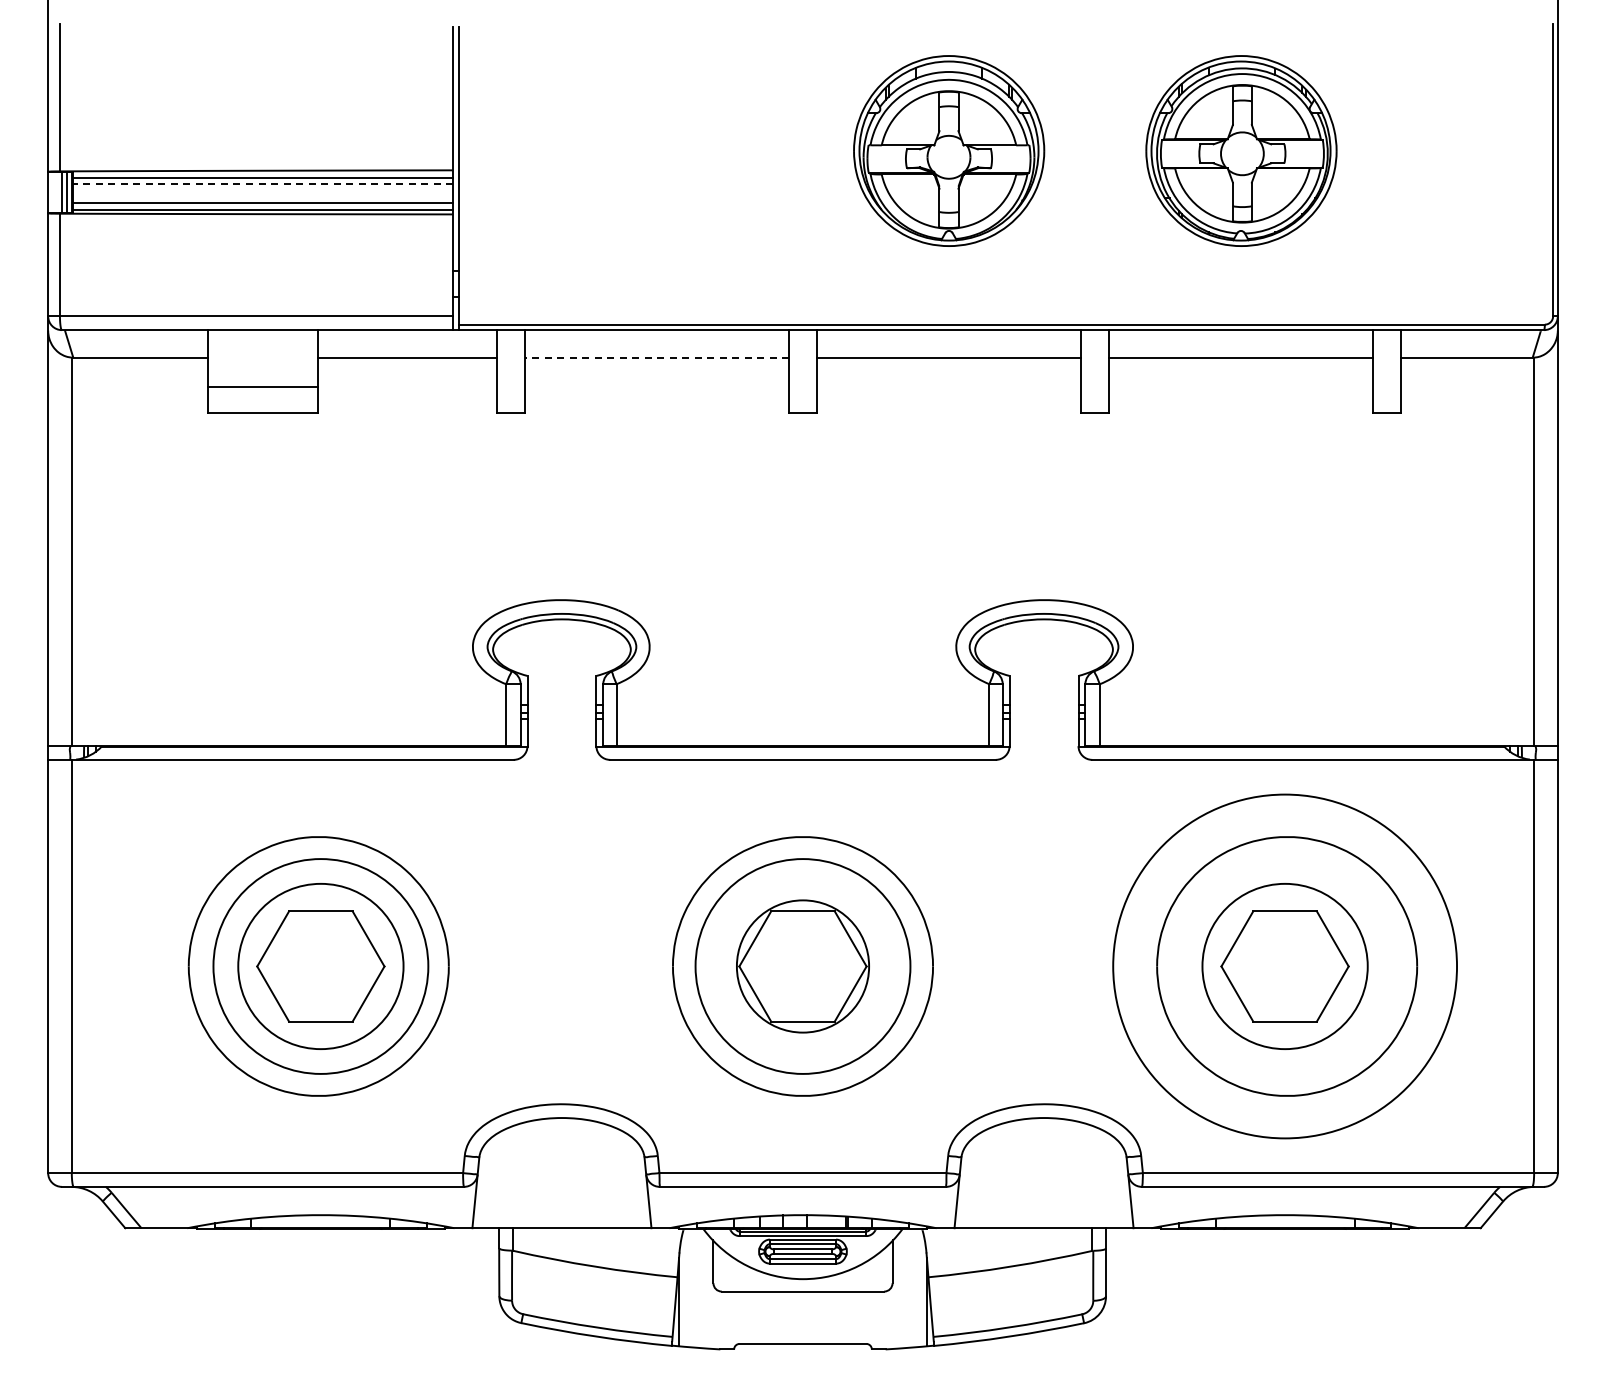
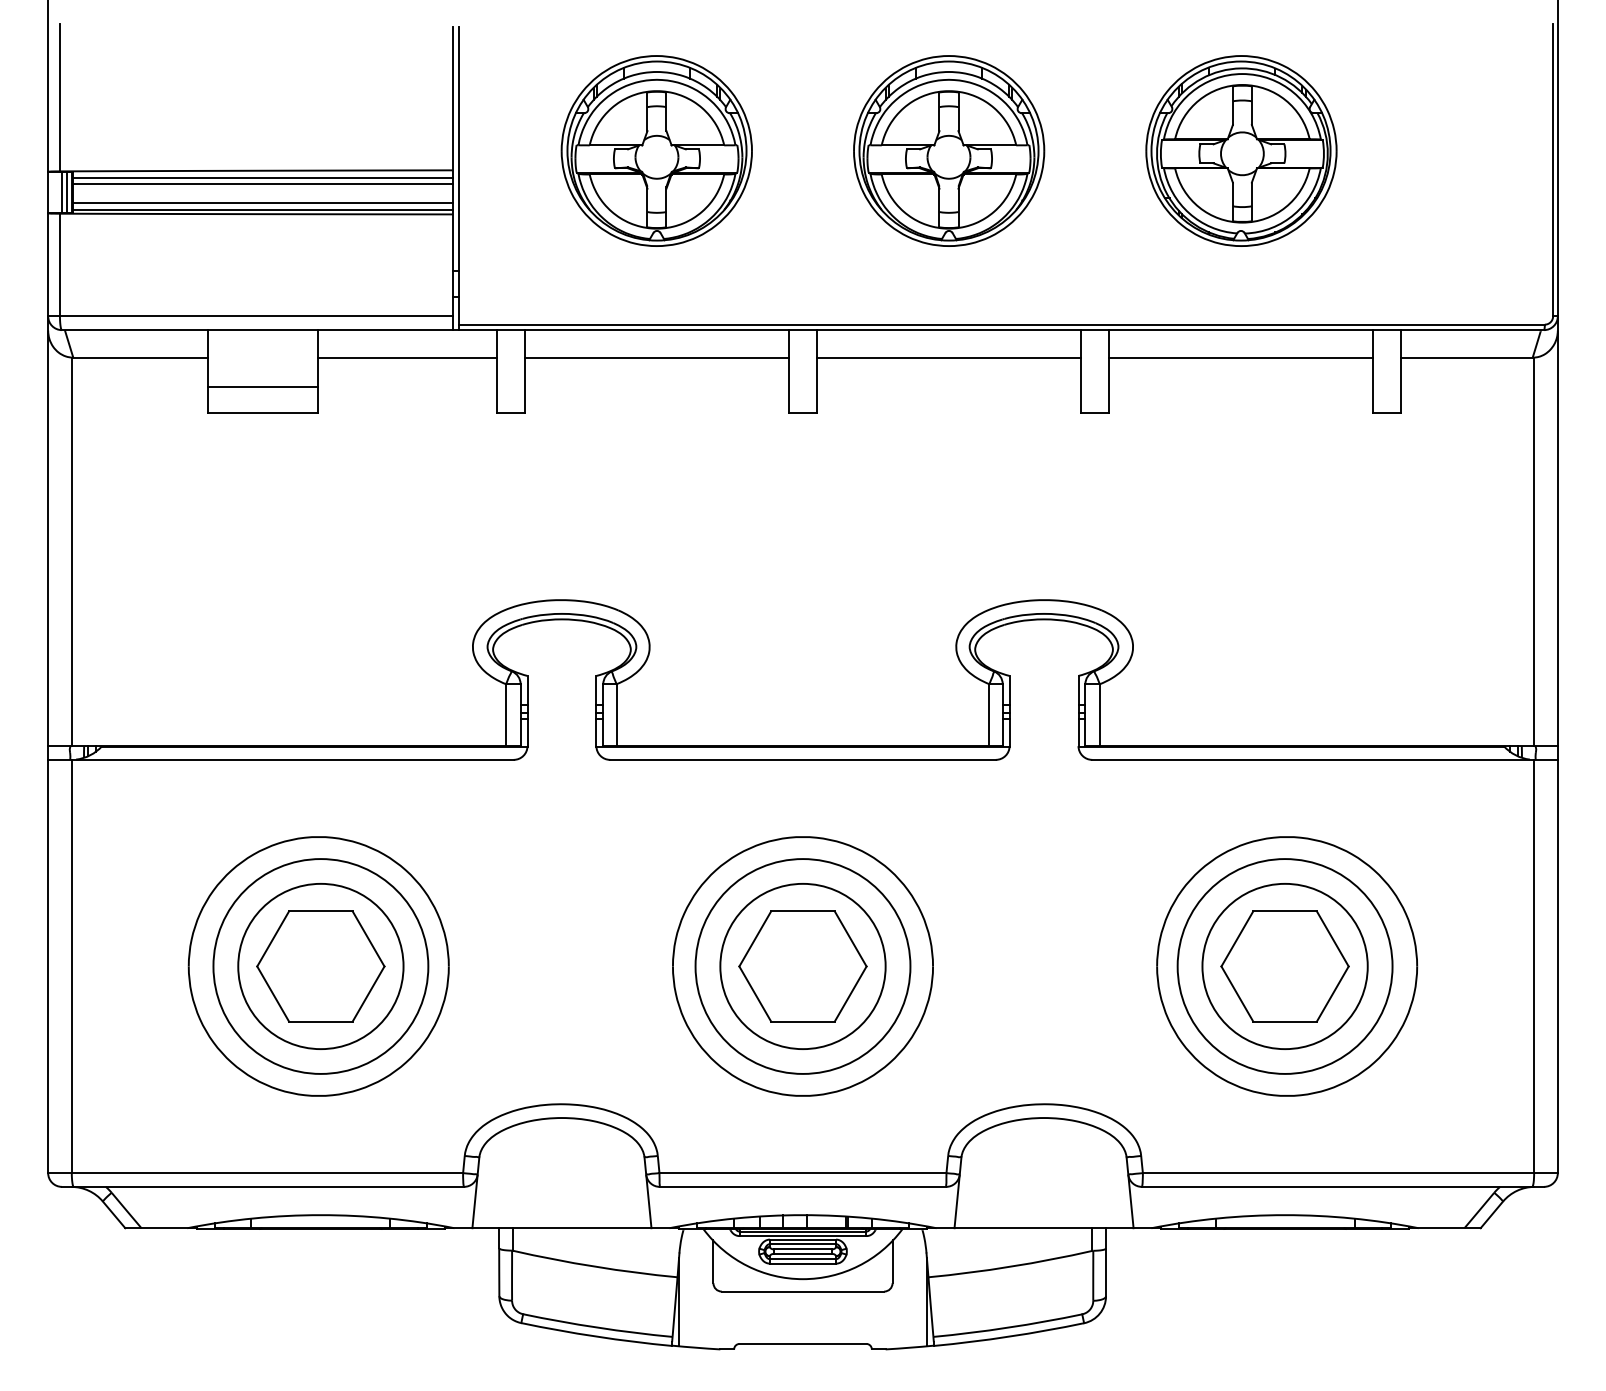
part at (656, 150): none -> present
line at (262, 183): dashed -> solid
line at (656, 357): dashed -> solid
circle at (802, 966) diameter: 132 px -> 165 px
circle at (1285, 966) diameter: 344 px -> 215 px
